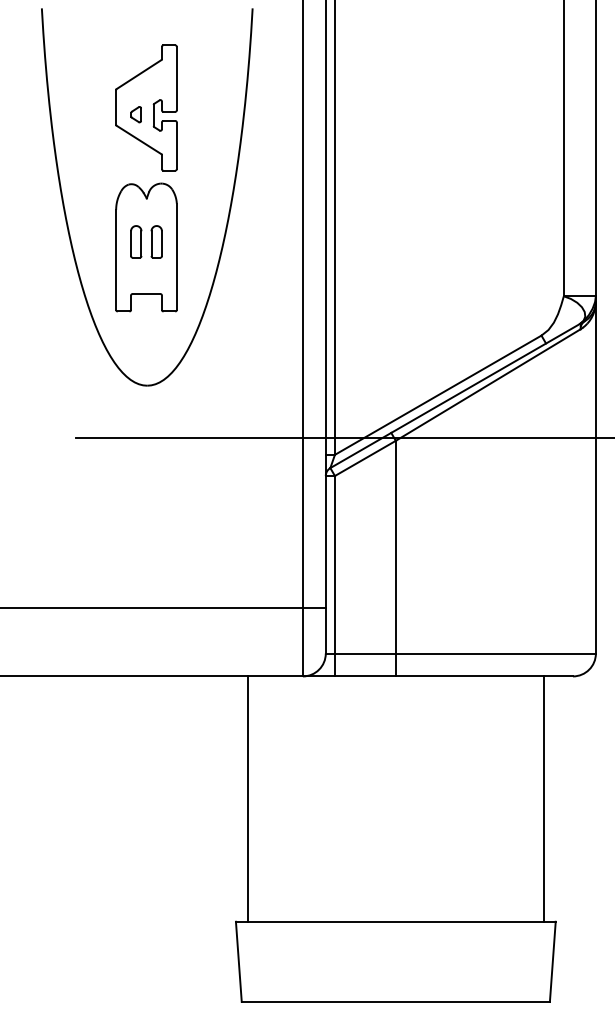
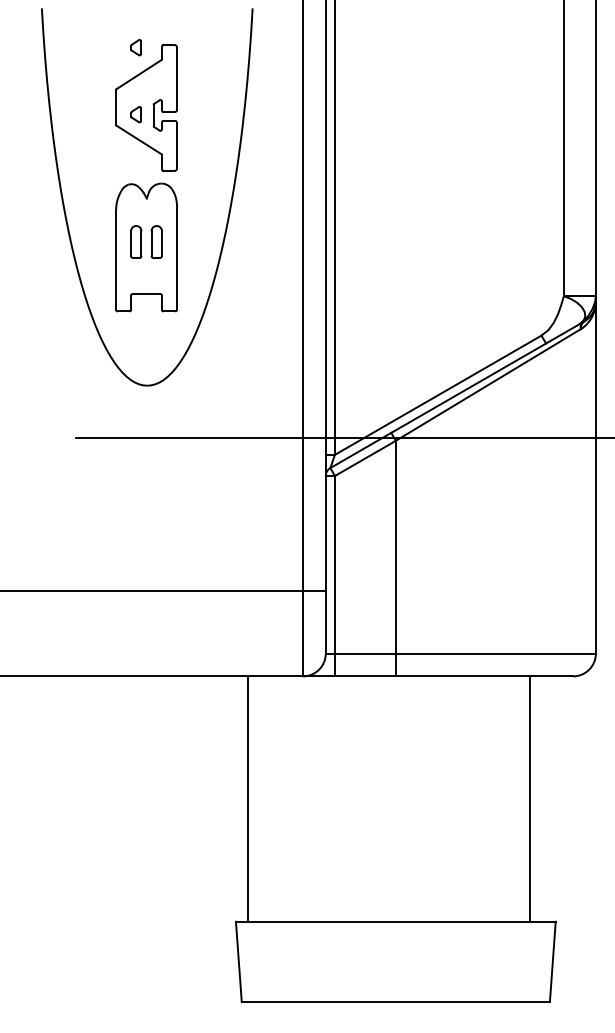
part at (135, 47): none -> present
line at (163, 607) position: (163, 607) -> (163, 590)
line at (544, 798) position: (544, 798) -> (530, 798)
